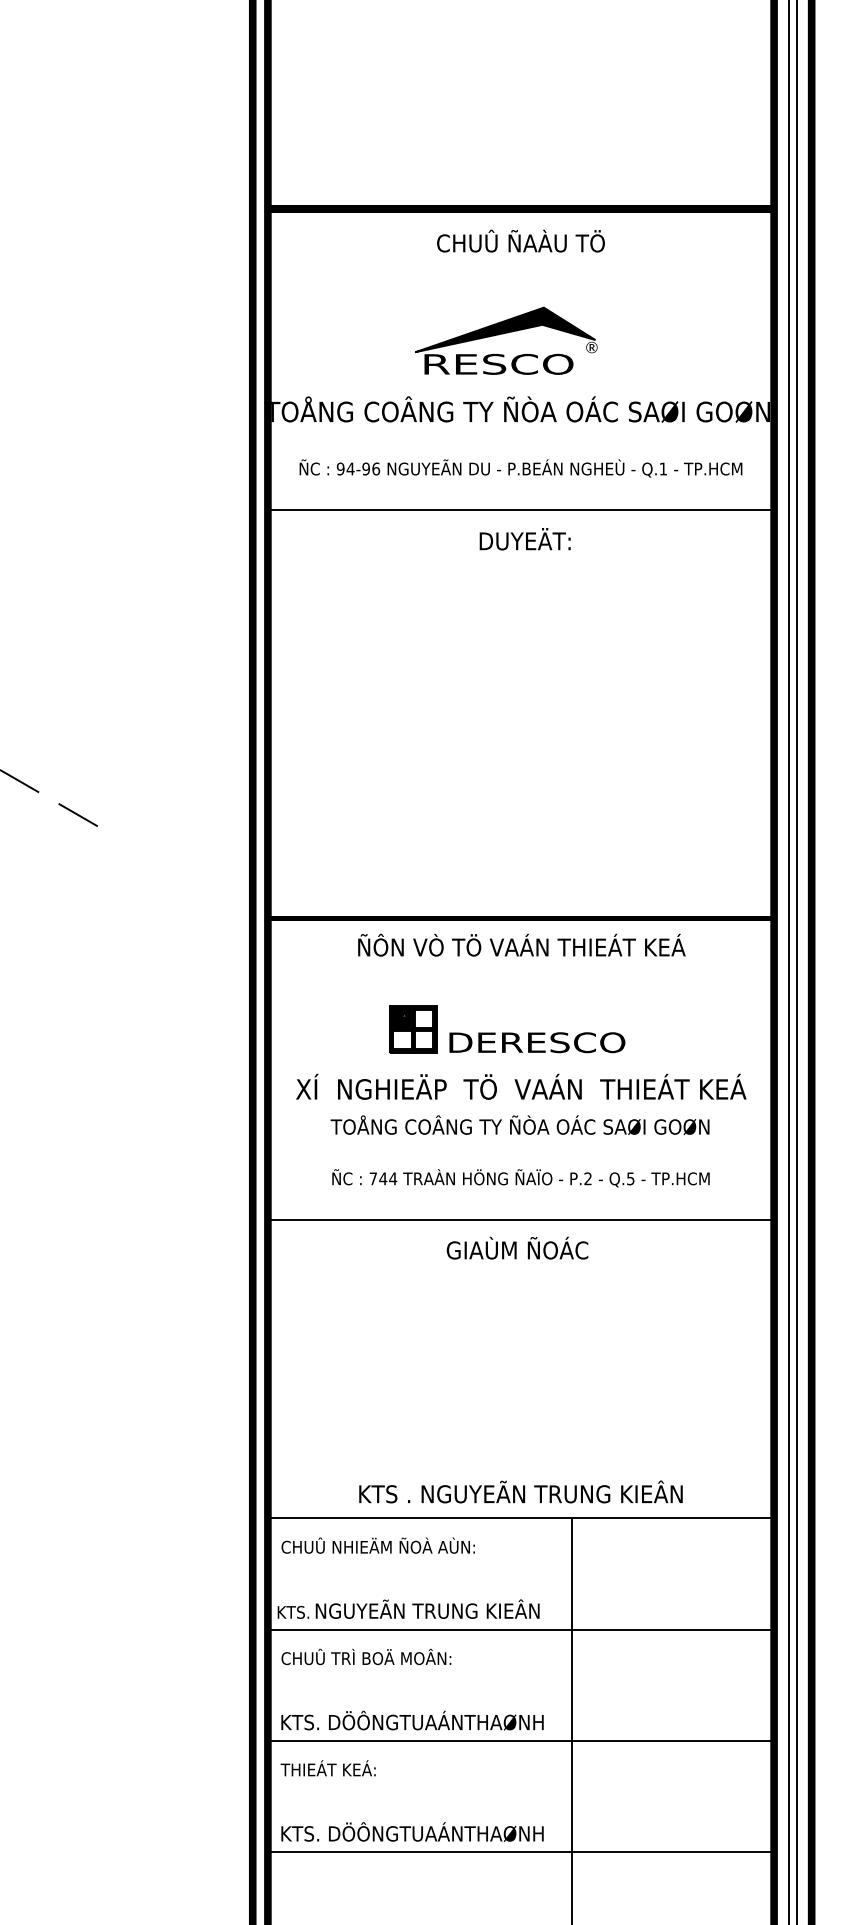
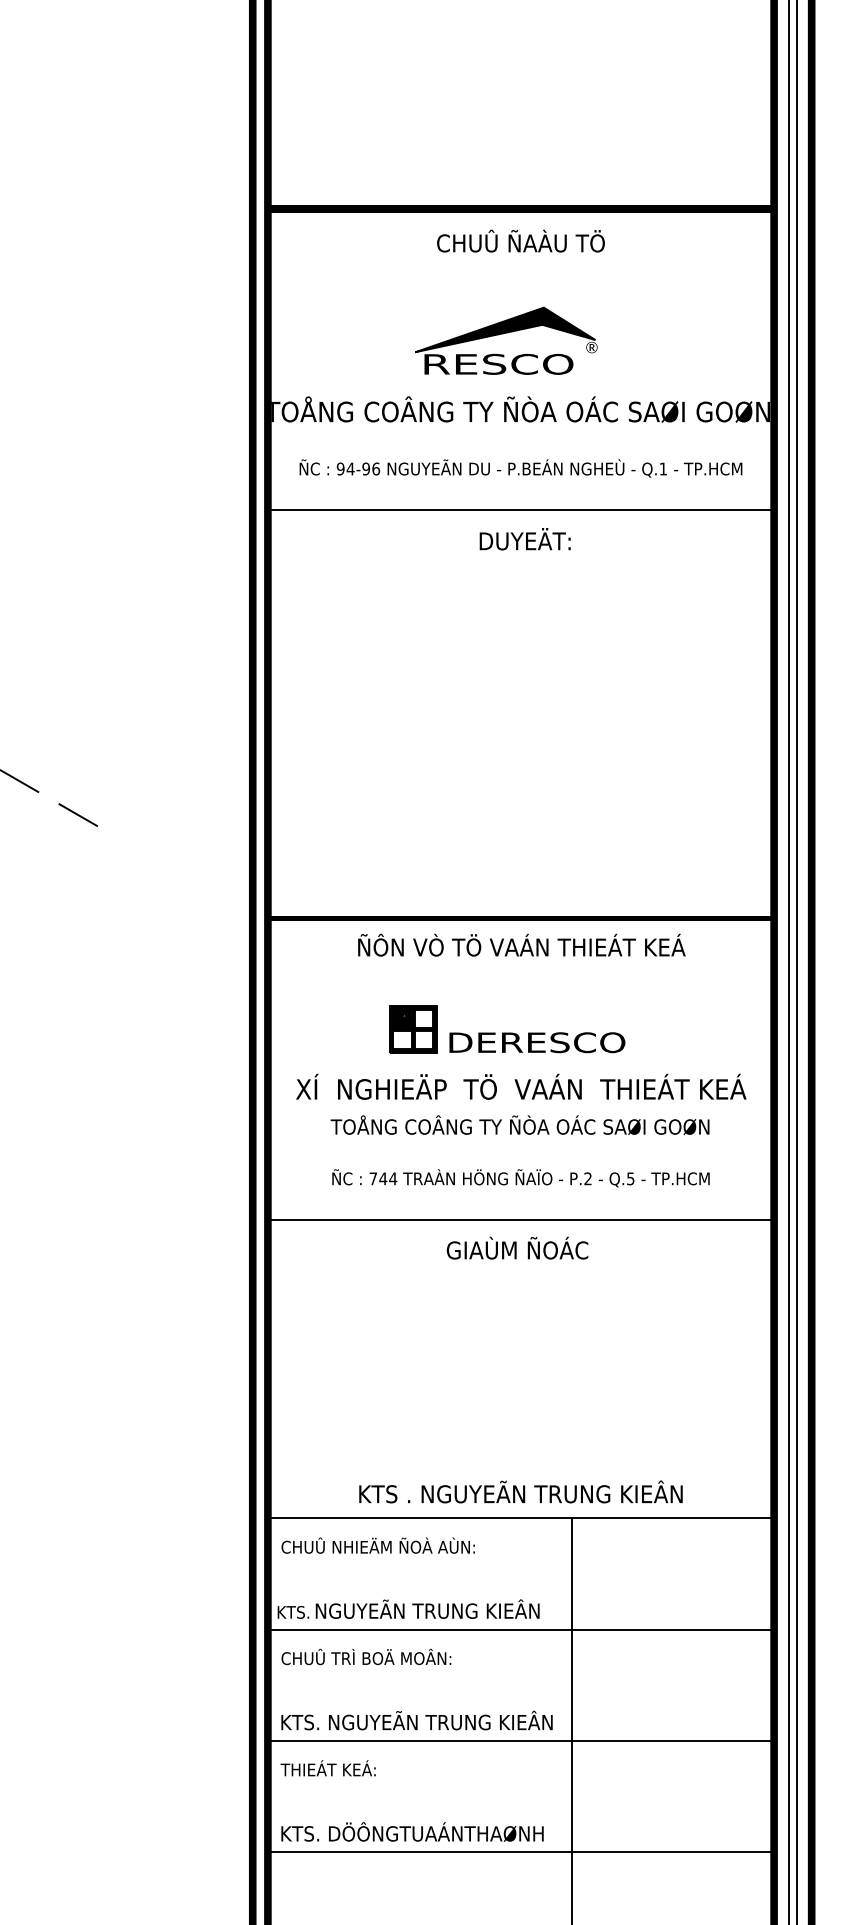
text at (441, 1720): KTS. DÖÔNGTUAÁNTHAØNH -> KTS. NGUYEÃN TRUNG KIEÂN
